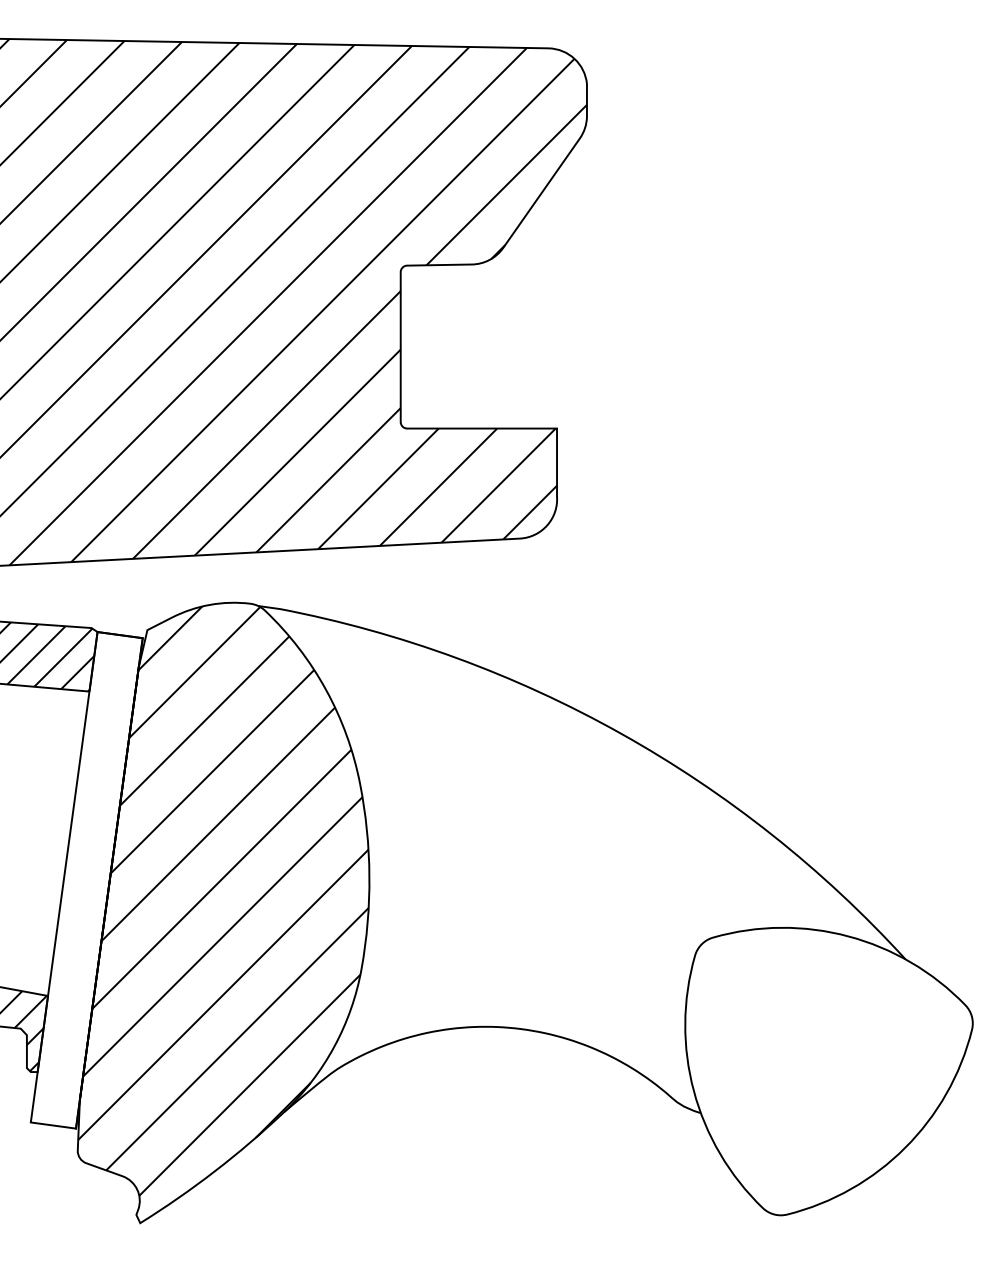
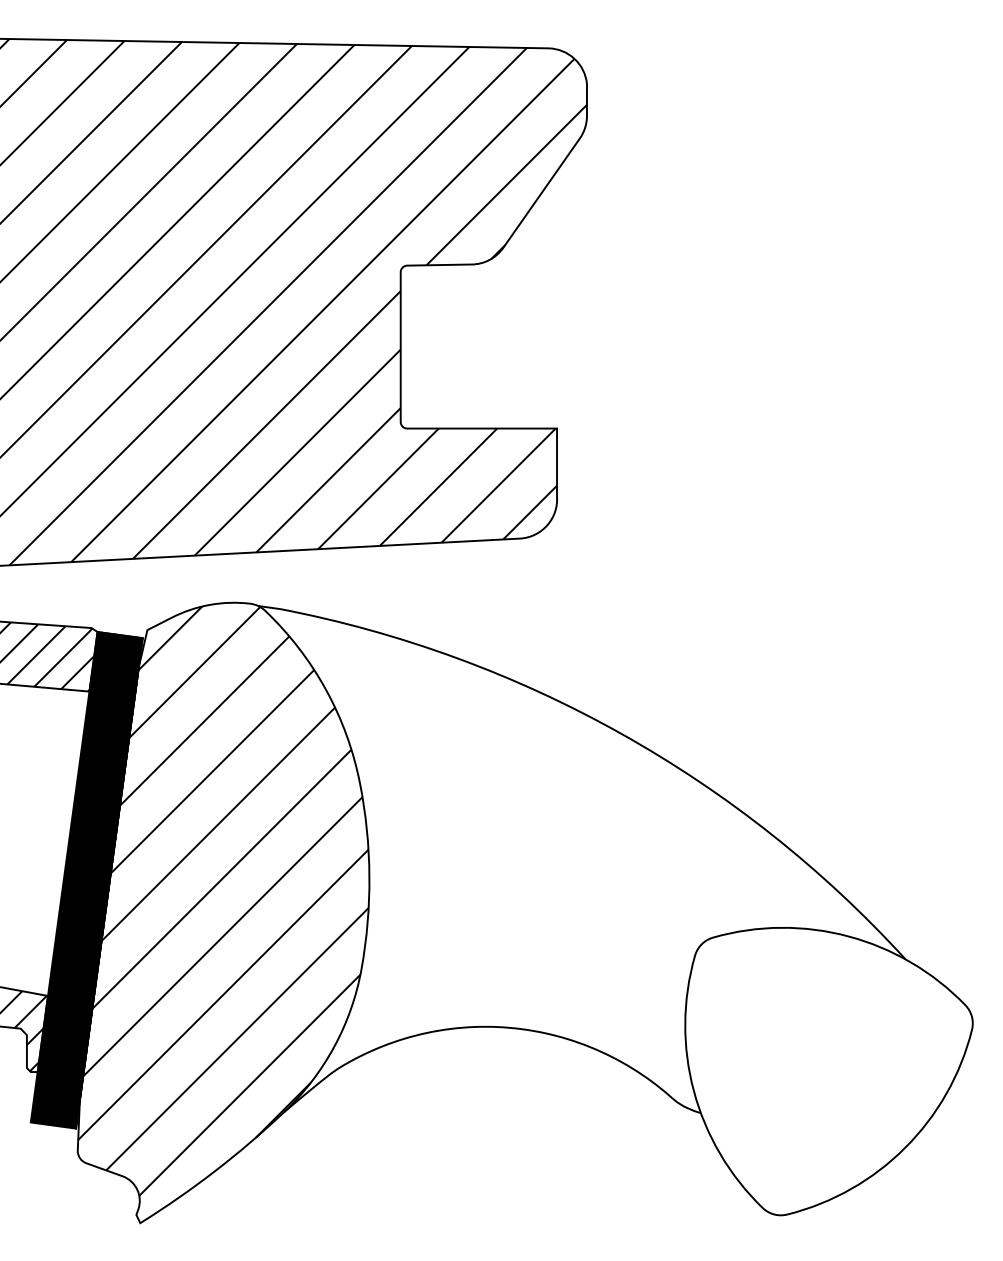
fill at (86, 880): none -> present
